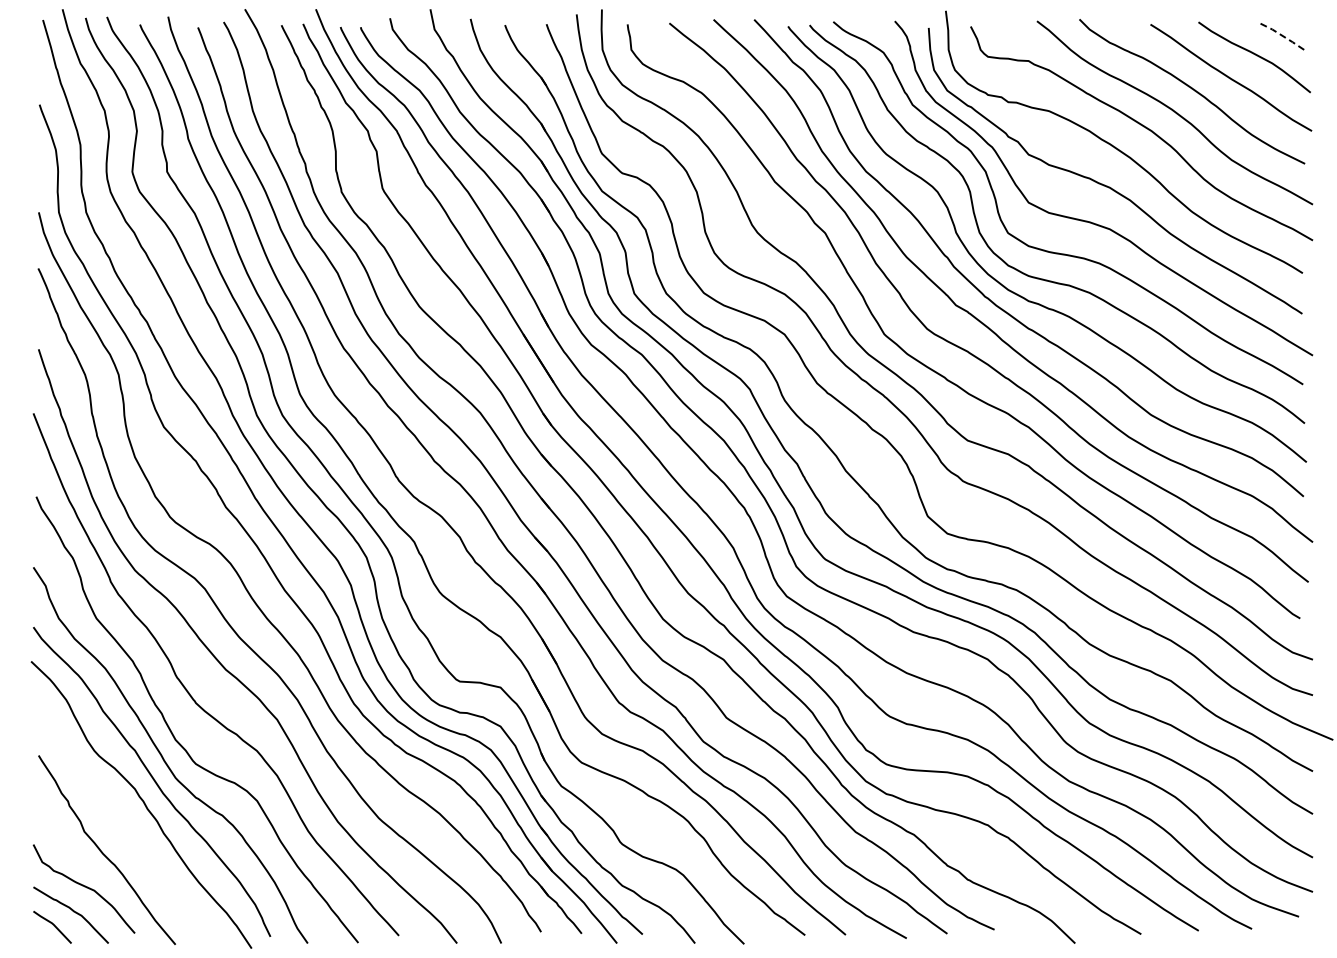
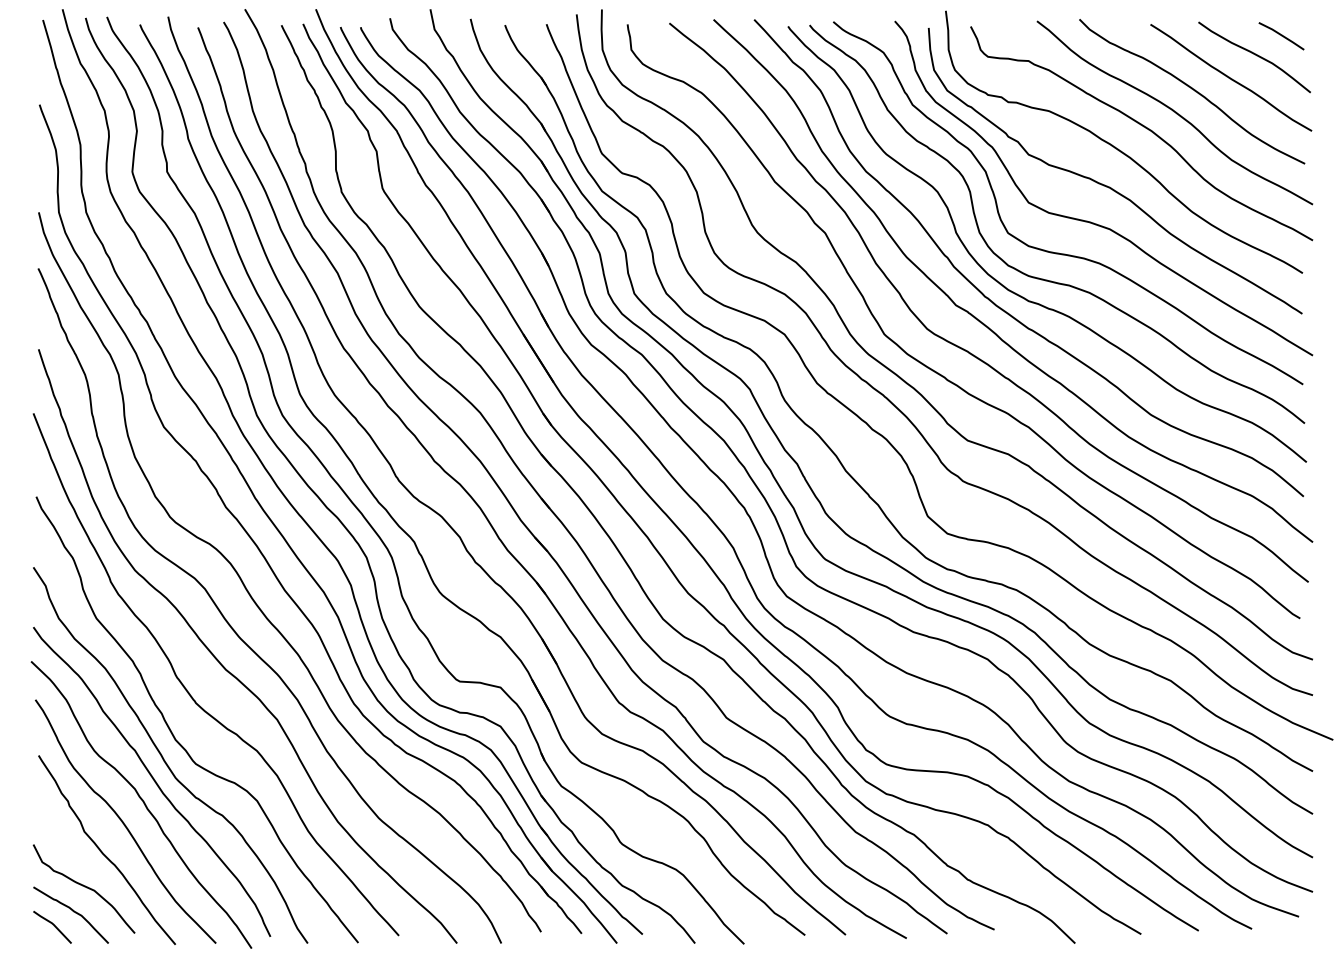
line at (1281, 35): dashed -> solid
curve at (124, 822): none -> present
